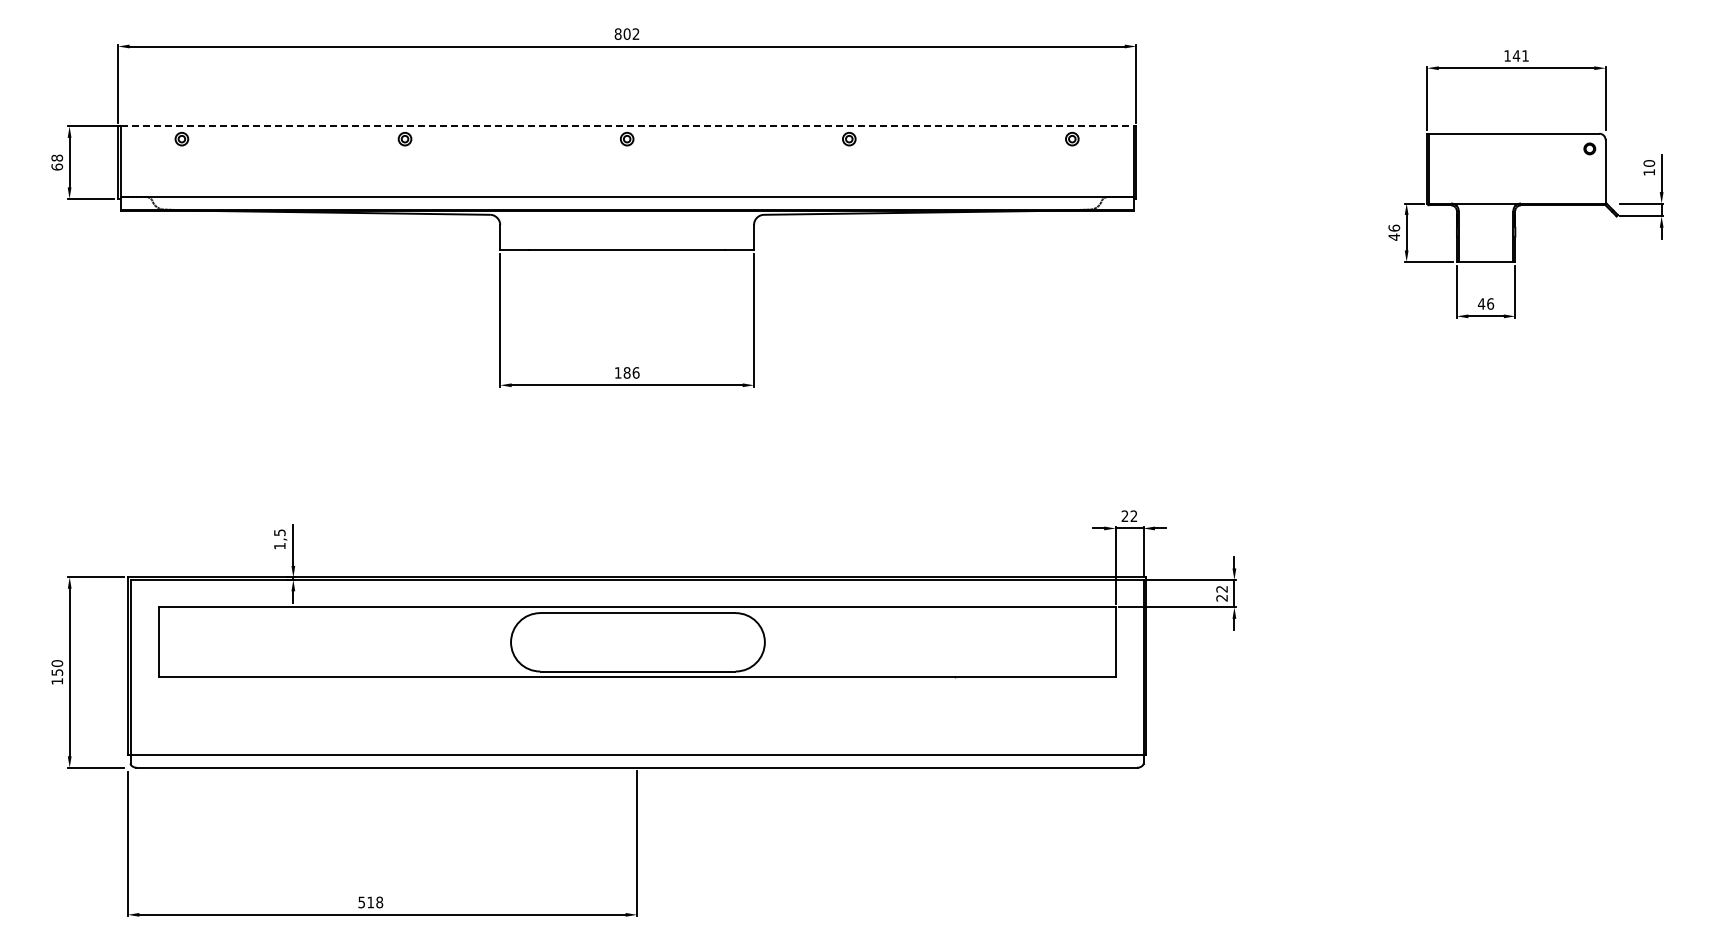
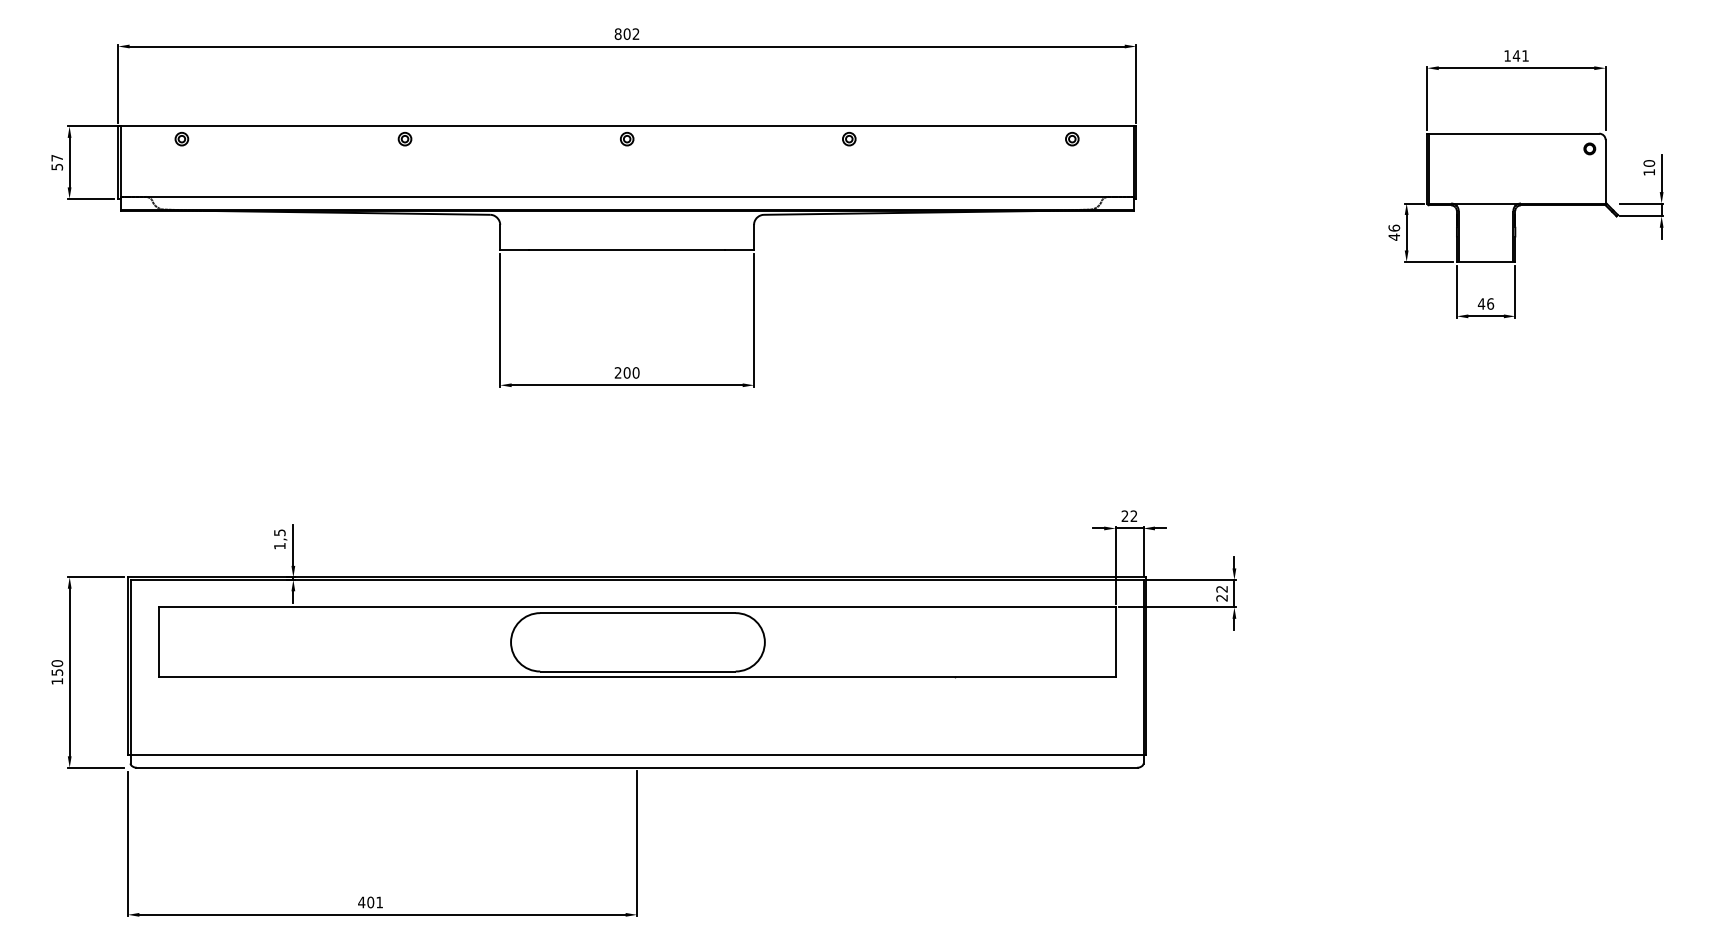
line at (627, 126): dashed -> solid
text at (57, 162): 68 -> 57
text at (626, 372): 186 -> 200
text at (370, 902): 518 -> 401
